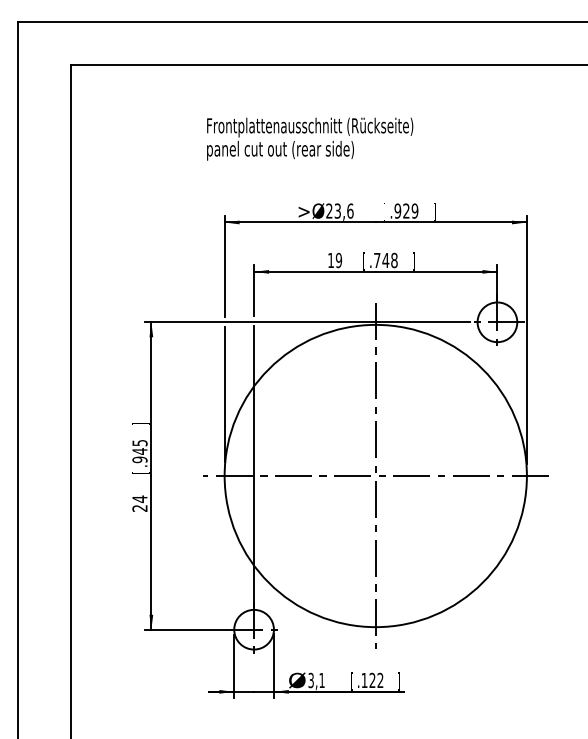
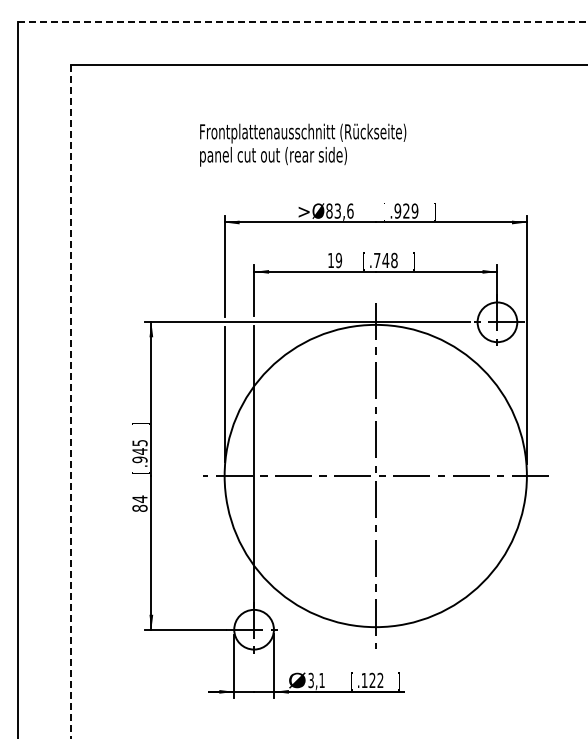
line at (302, 22): solid -> dashed
text at (310, 138) position: (310, 138) -> (303, 144)
text at (329, 210): 23,6 -> 83,6
line at (71, 401): solid -> dashed
text at (139, 507): 24 -> 84
